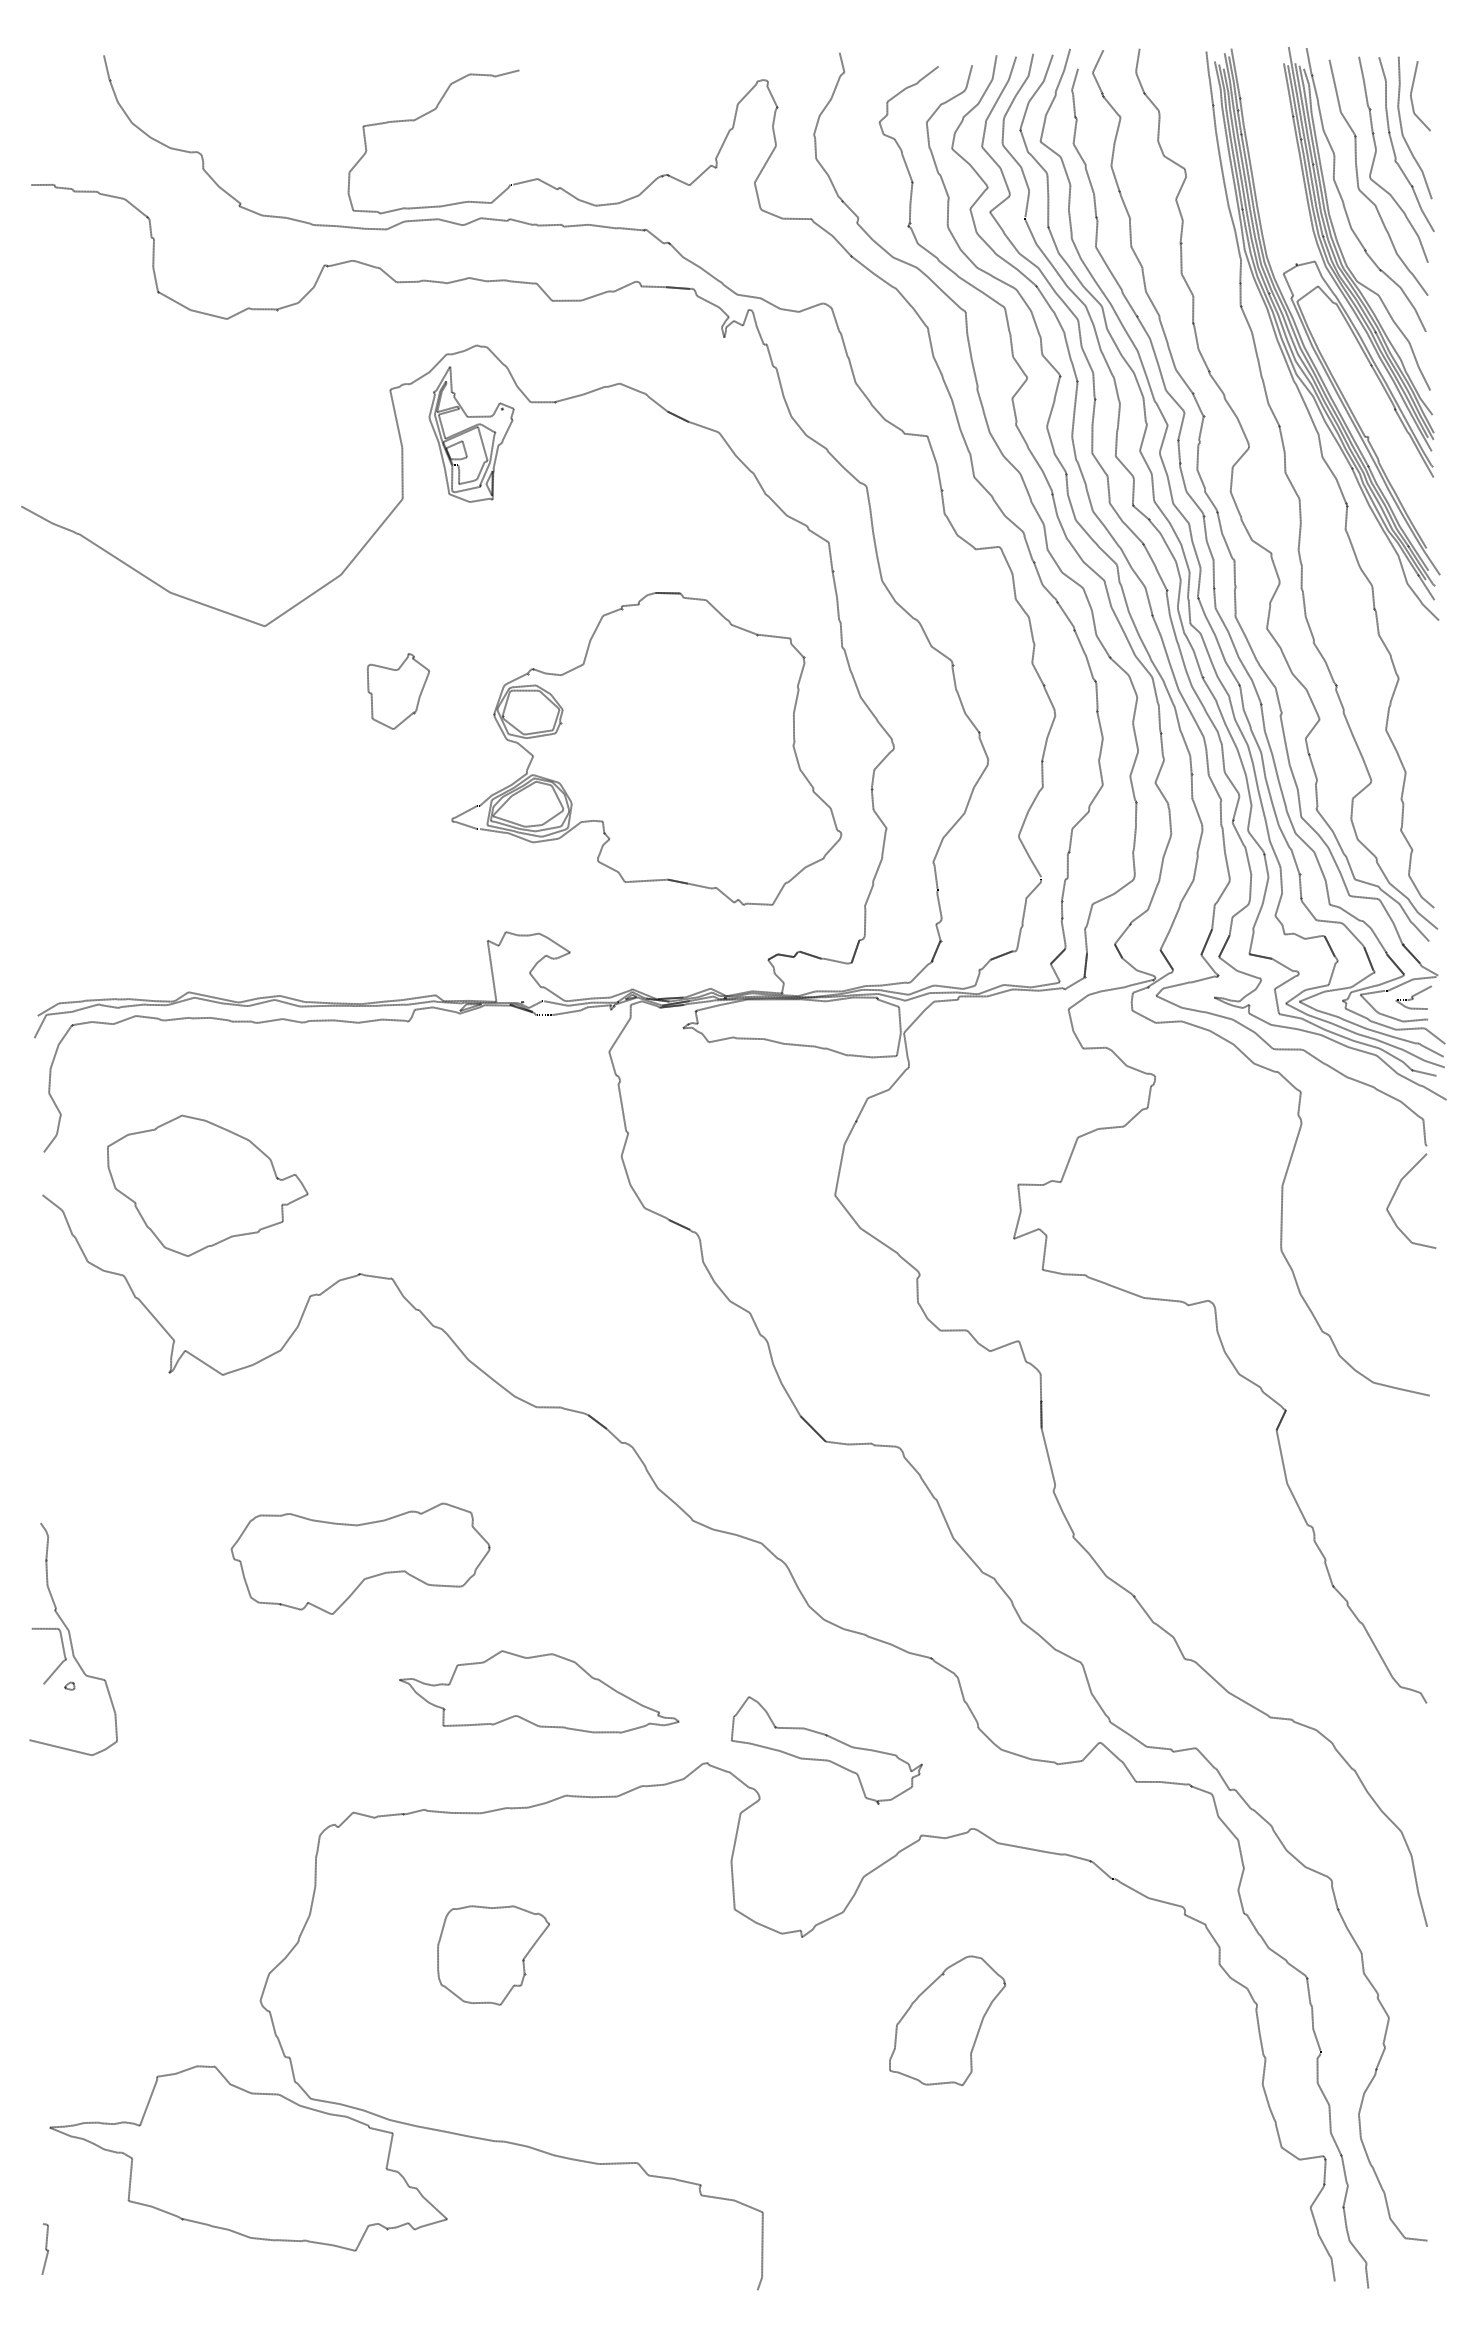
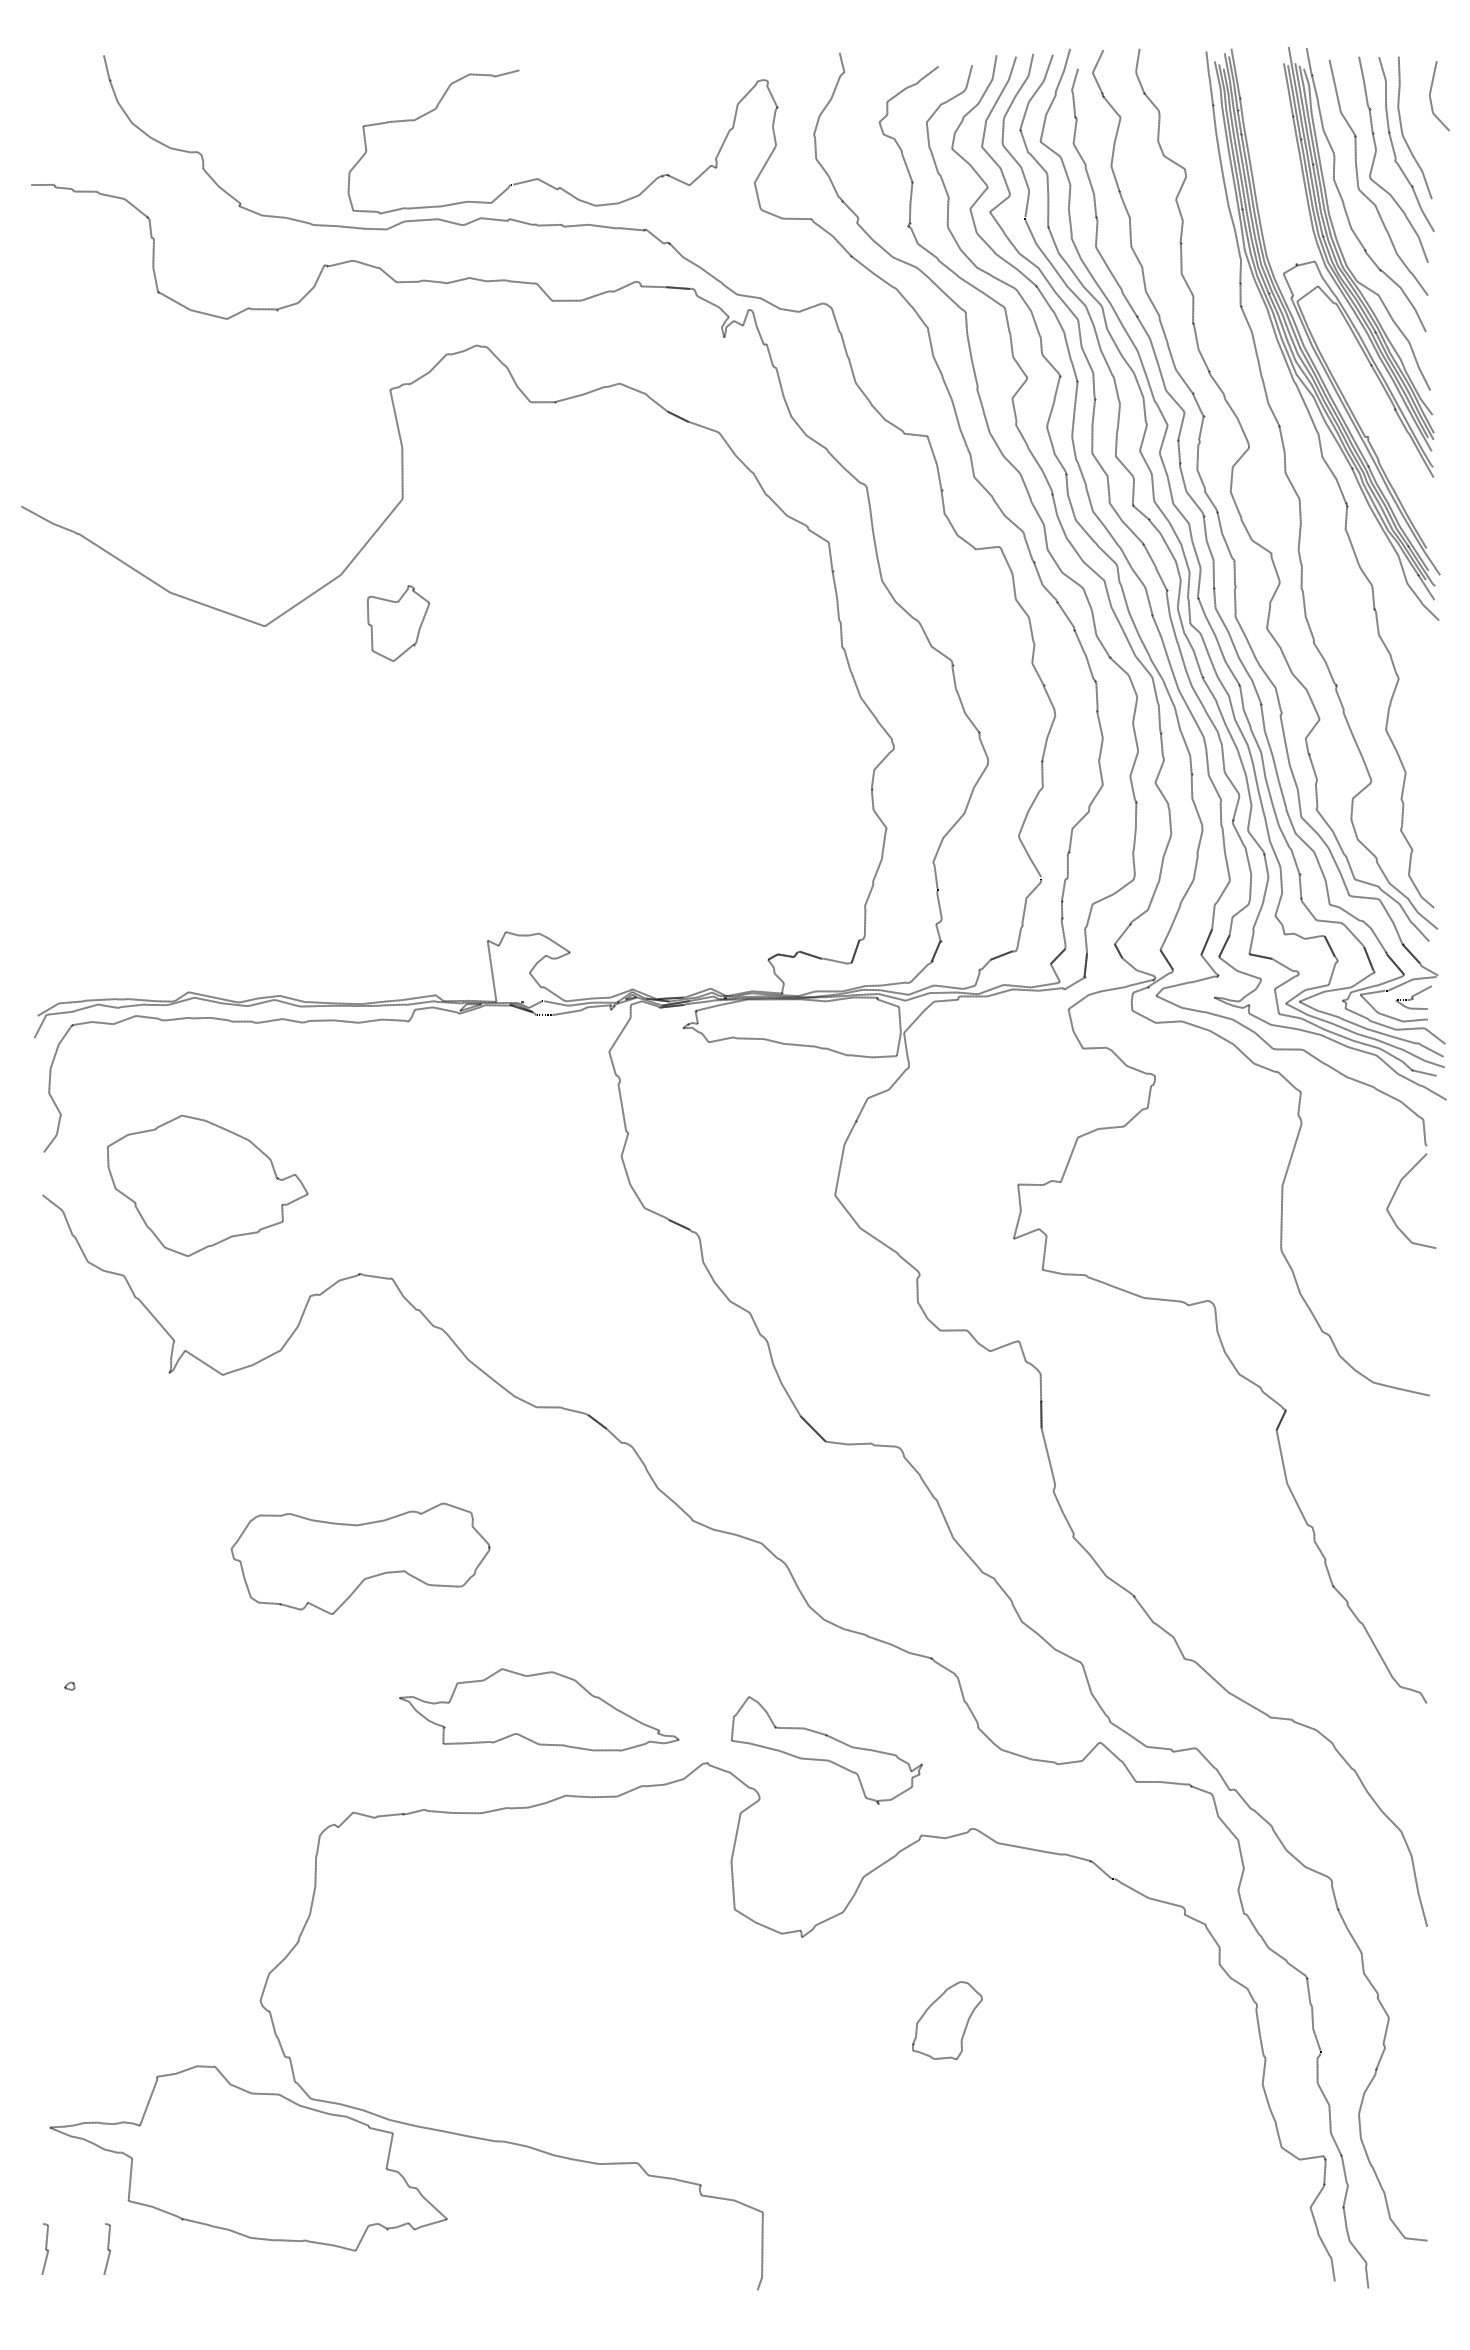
line at (1412, 98) position: (1412, 98) -> (1431, 98)
part at (471, 434): present -> none
part at (398, 691) position: (398, 691) -> (398, 623)
part at (646, 748): present -> none
part at (73, 1639): present -> none
part at (539, 1691) position: (539, 1691) -> (539, 1709)
part at (493, 1955): present -> none
part at (947, 2020) size: 117x131 px -> 71x79 px
curve at (107, 2248): none -> present
